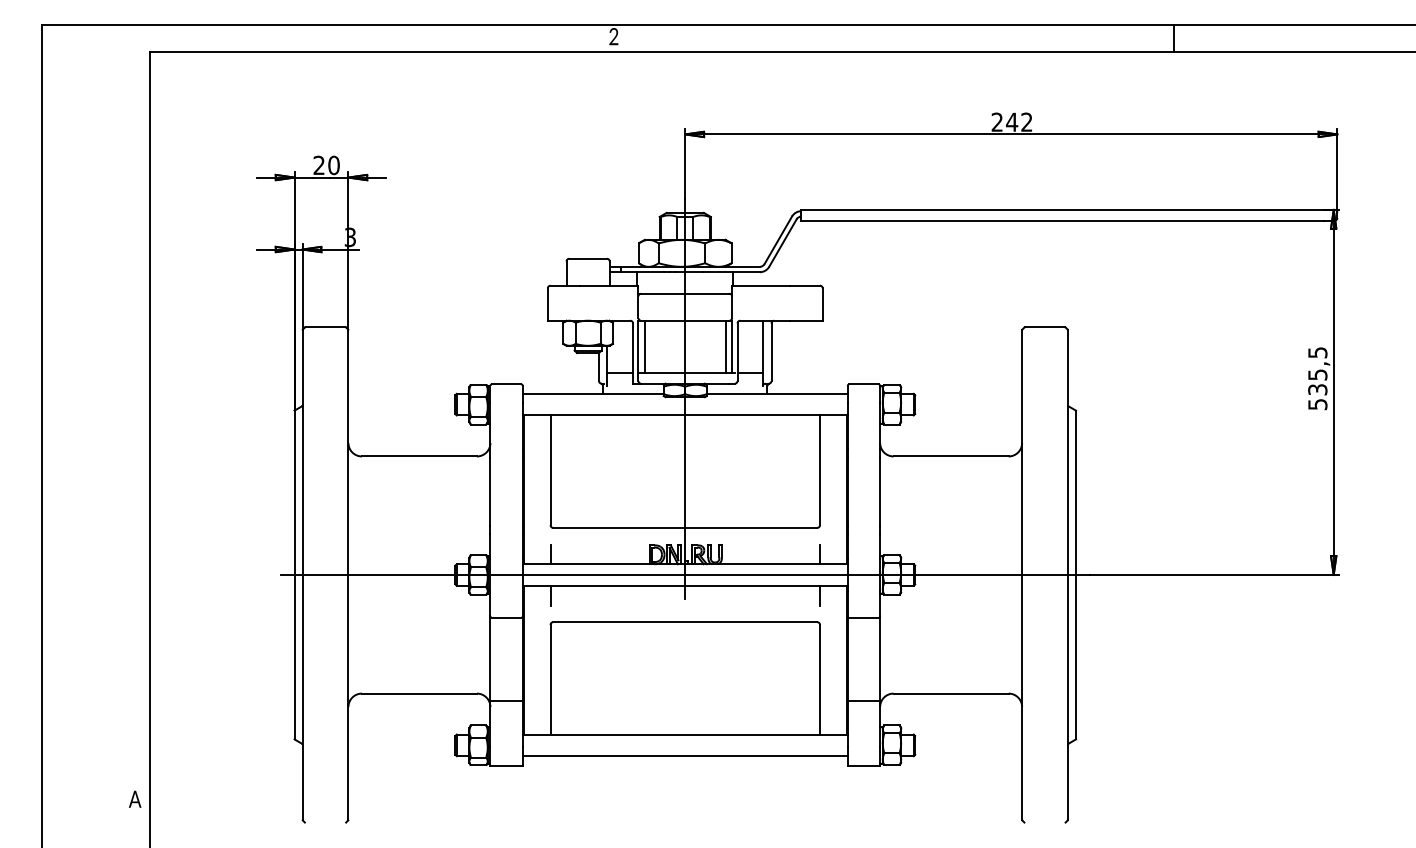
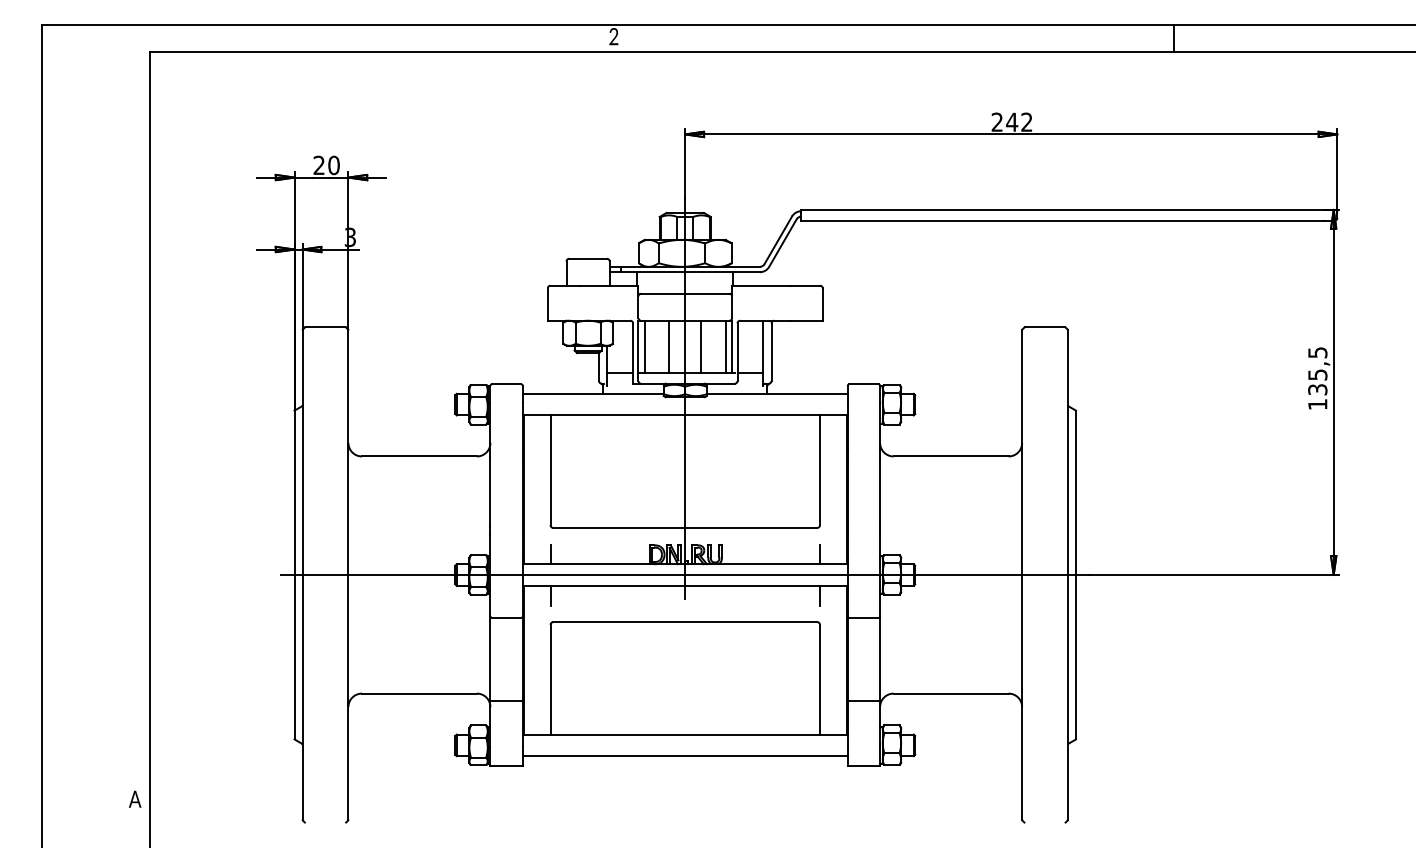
line at (669, 346): none -> present
line at (701, 346): none -> present
text at (1317, 404): 535,5 -> 135,5
